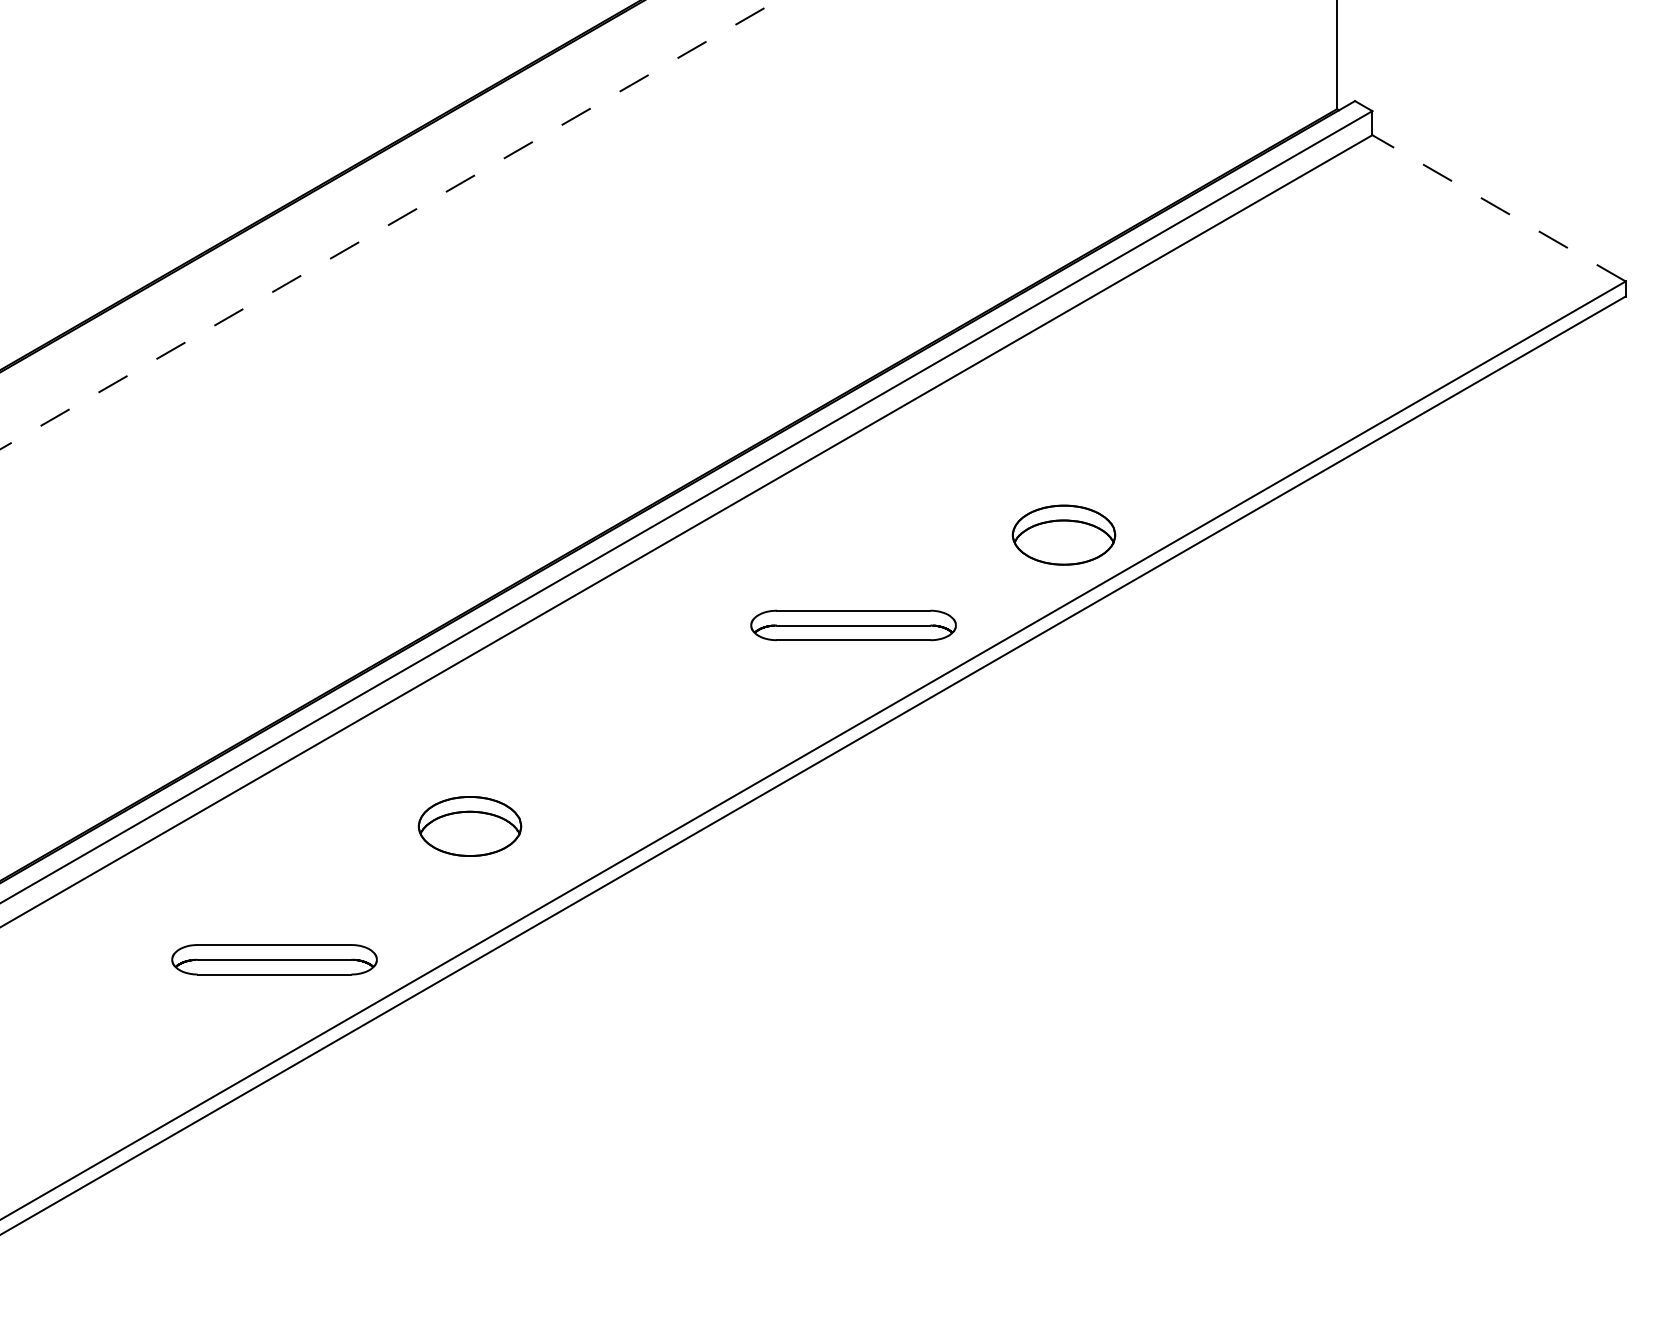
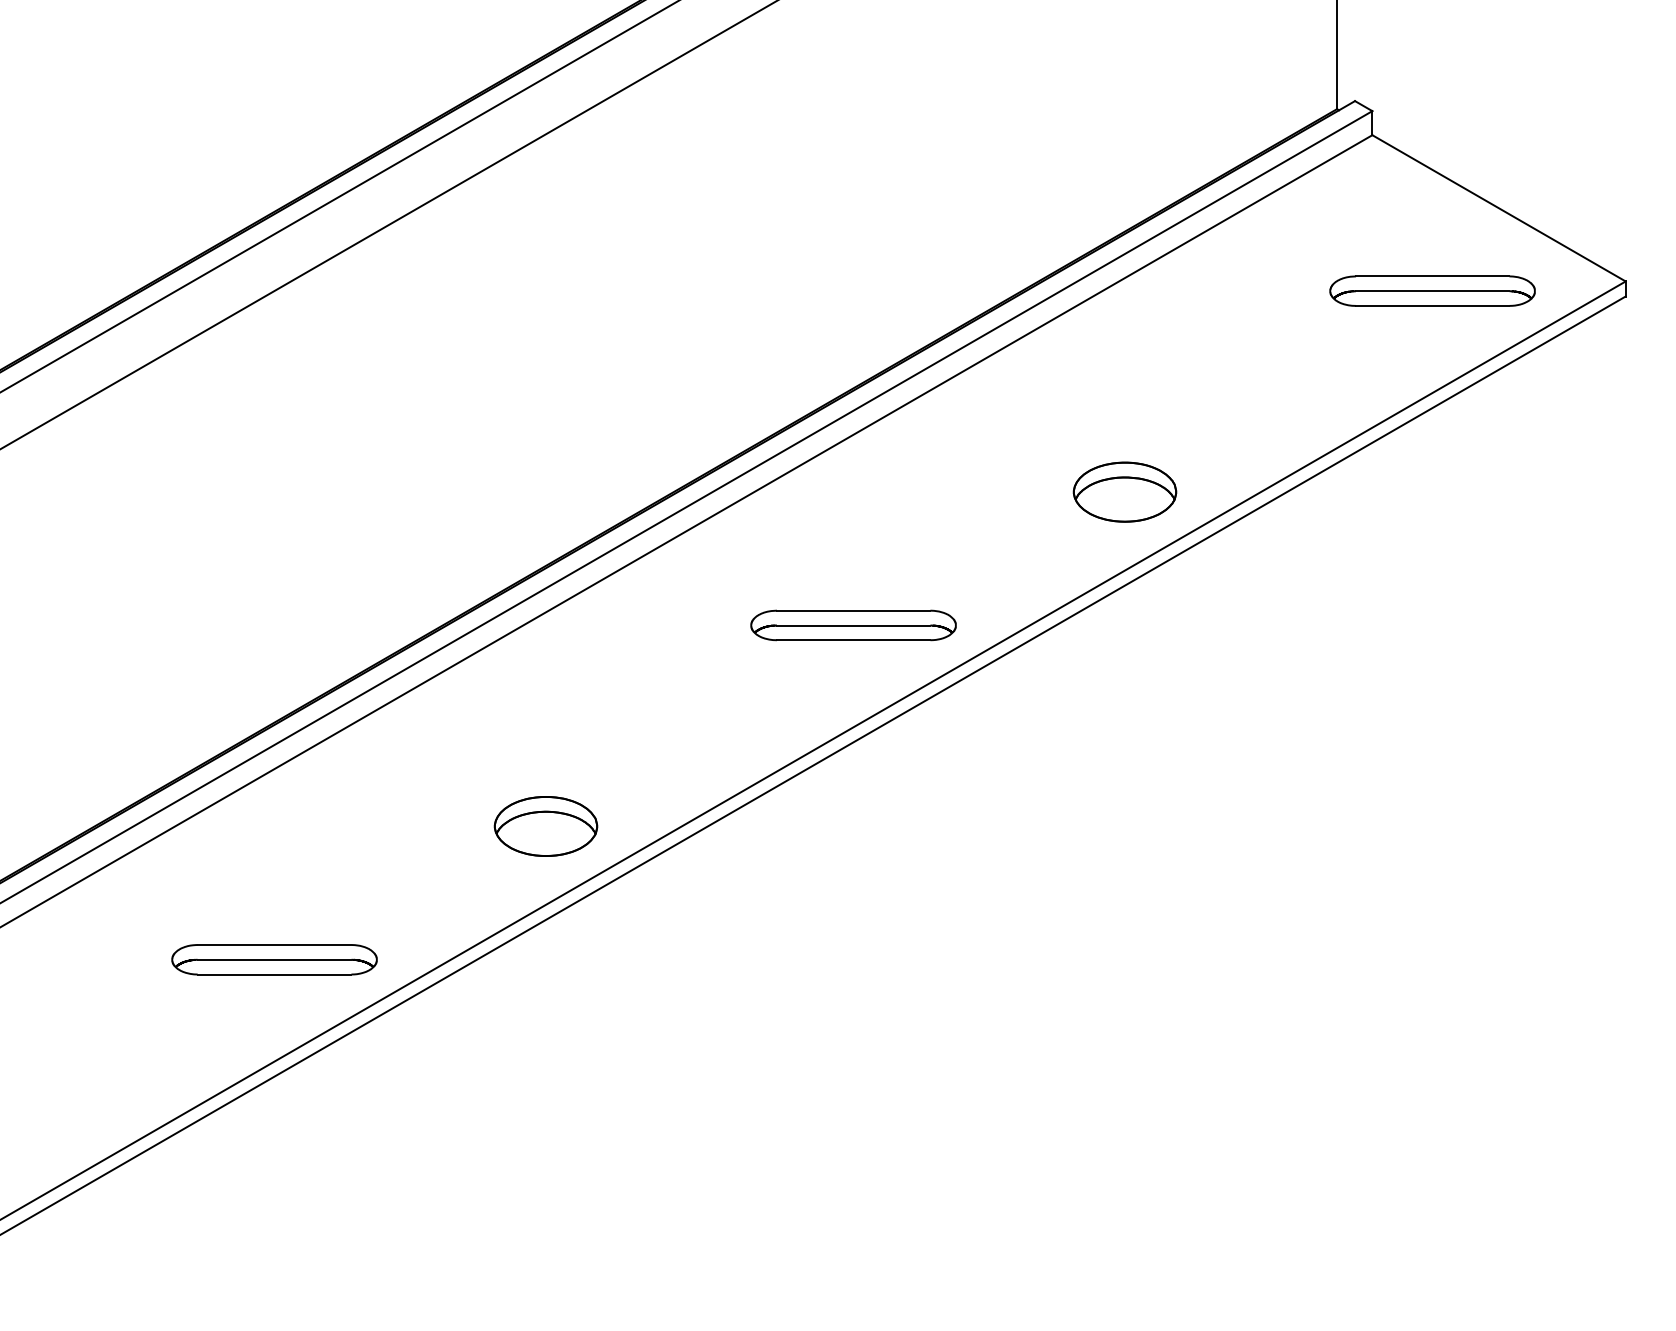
line at (338, 196): none -> present
line at (1498, 208): dashed -> solid
line at (389, 224): dashed -> solid
part at (1432, 290): none -> present
part at (1063, 534) position: (1063, 534) -> (1124, 491)
part at (469, 826) position: (469, 826) -> (545, 826)
